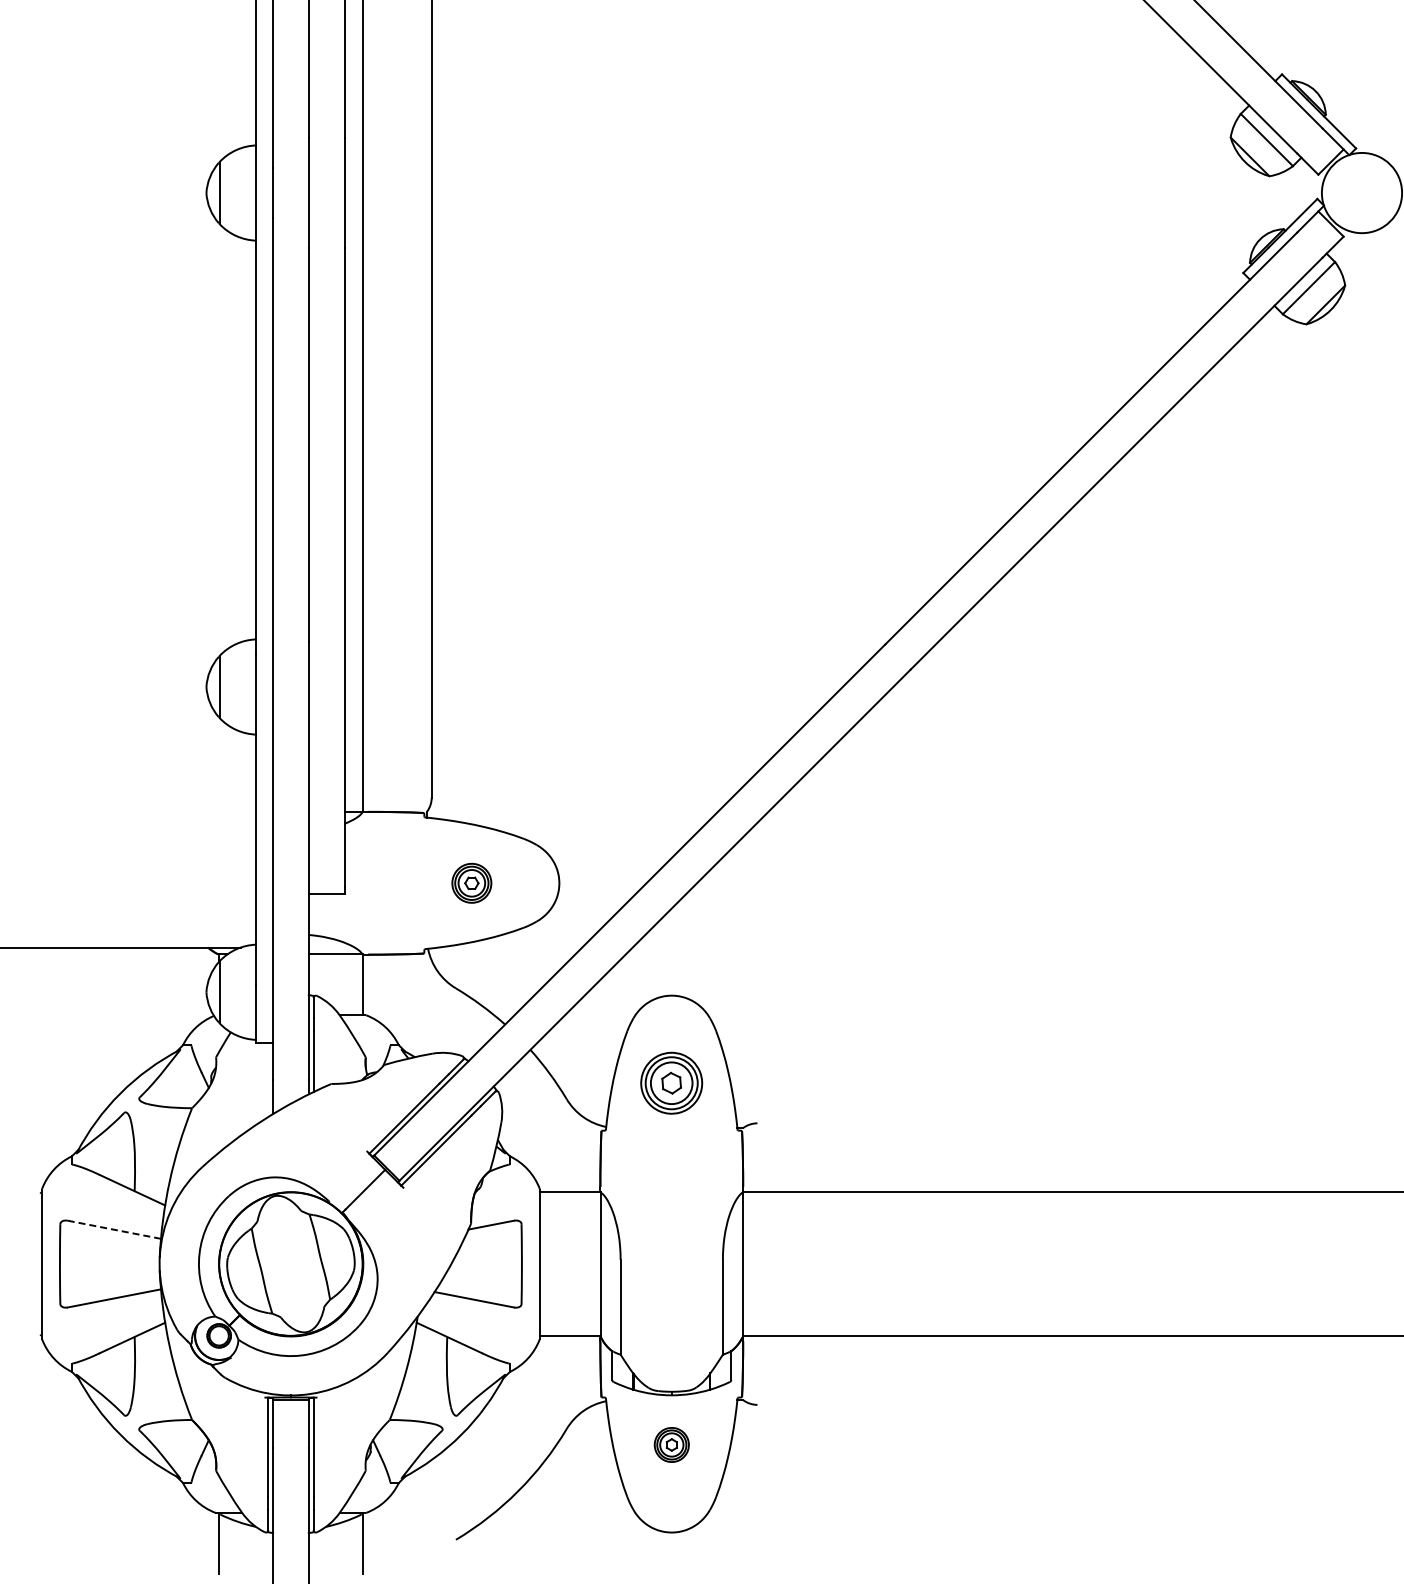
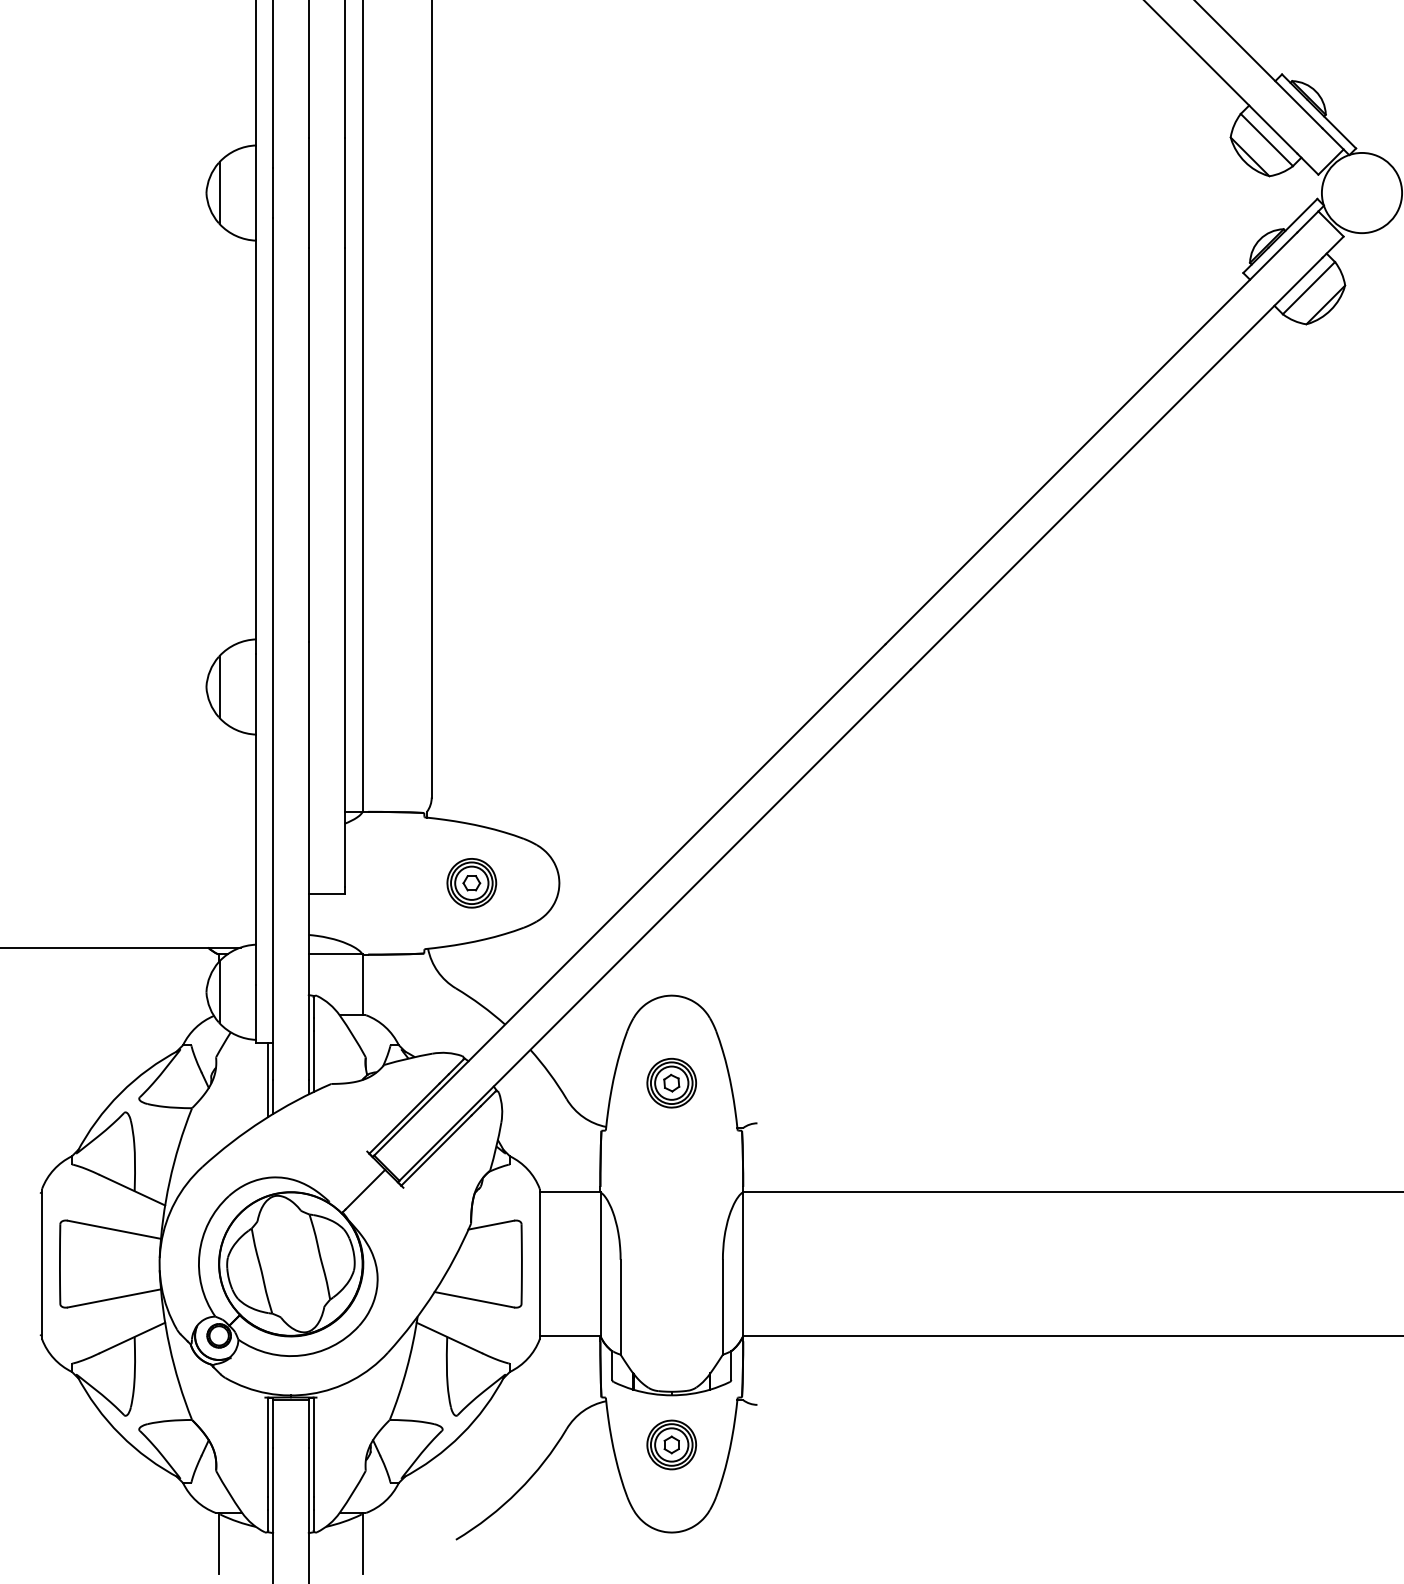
part at (471, 882) size: 42x42 px -> 52x51 px
line at (268, 1079): none -> present
part at (671, 1082) size: 64x64 px -> 52x52 px
line at (113, 1229): dashed -> solid
part at (671, 1444) size: 37x36 px -> 52x52 px
